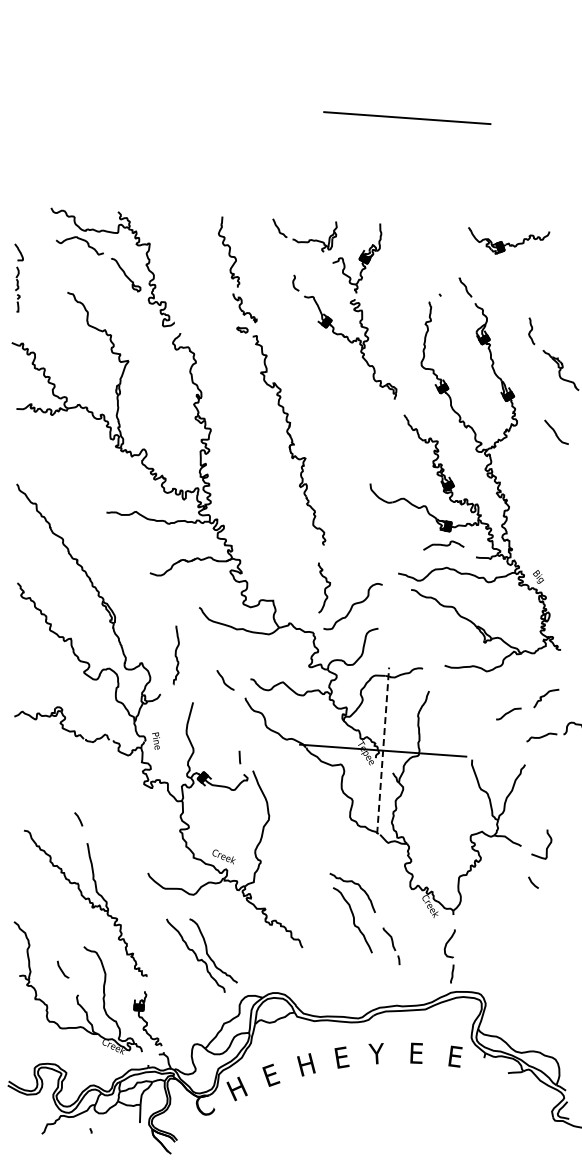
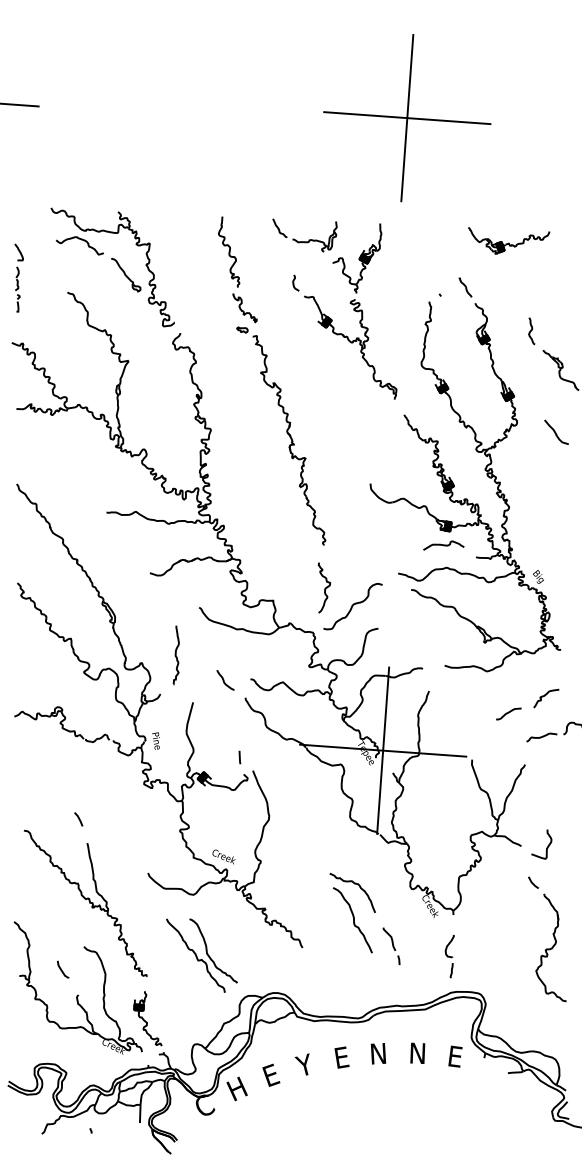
line at (20, 104): none -> present
line at (407, 118): none -> present
line at (383, 750): dashed -> solid
part at (550, 947): none -> present
part at (449, 956) size: 13x55 px -> 11x44 px
text at (418, 1052): E -> N
text at (377, 1053): Y -> N
text at (304, 1064): H -> Y
